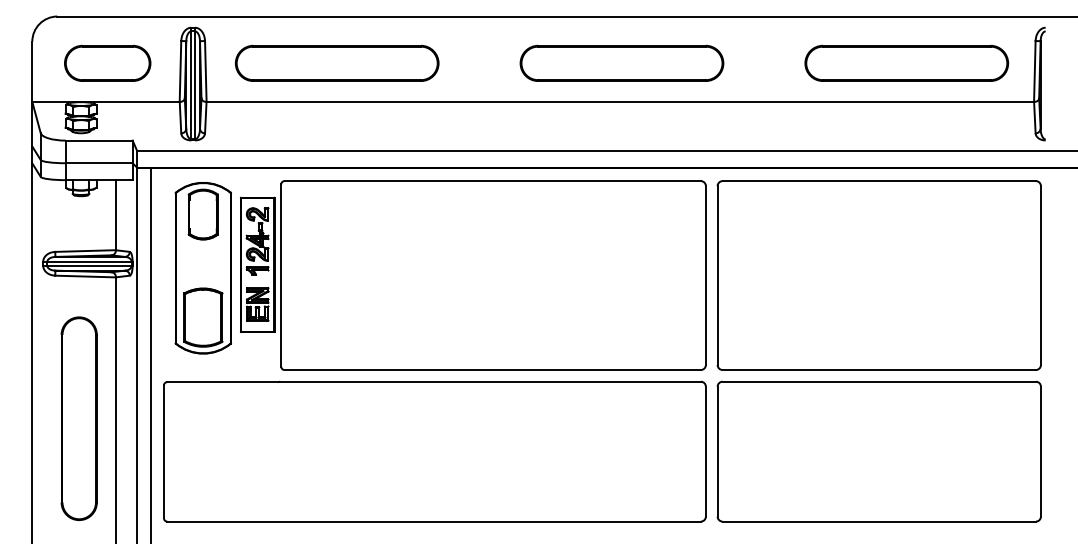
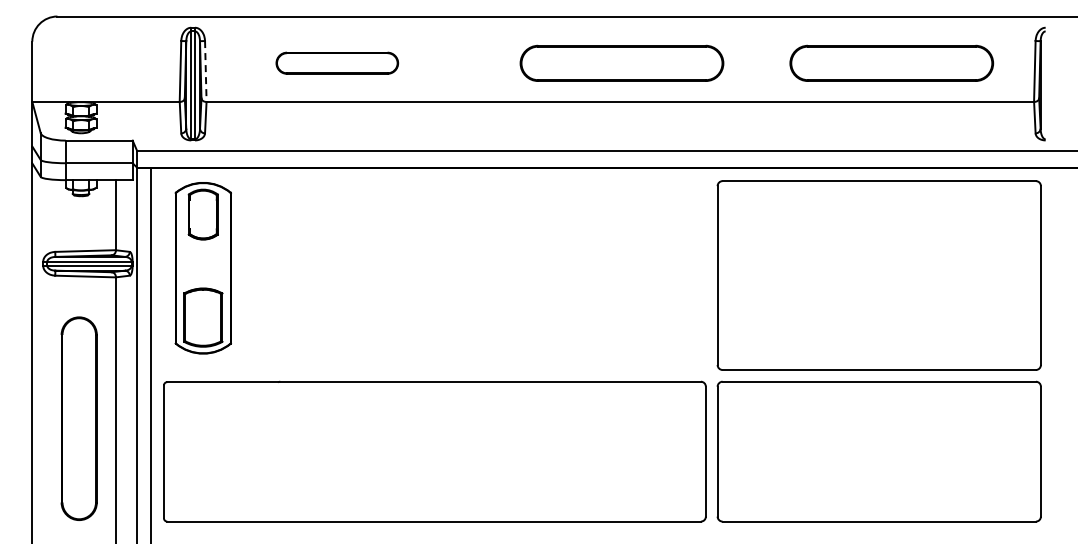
part at (107, 62): present -> none
part at (337, 62) size: 205x38 px -> 125x24 px
part at (906, 62) position: (906, 62) -> (891, 62)
line at (205, 72): solid -> dashed
part at (473, 275): present -> none
